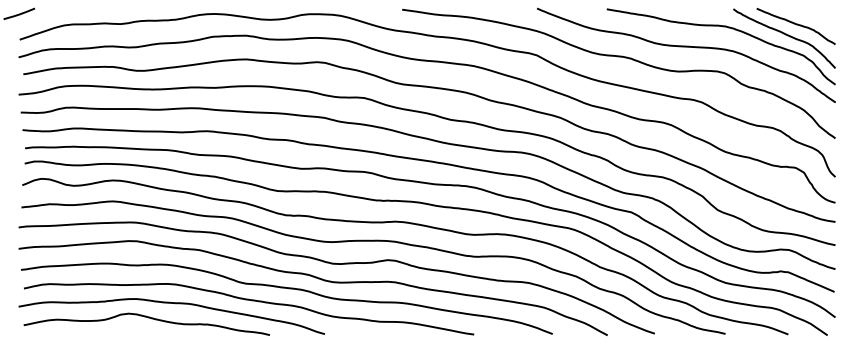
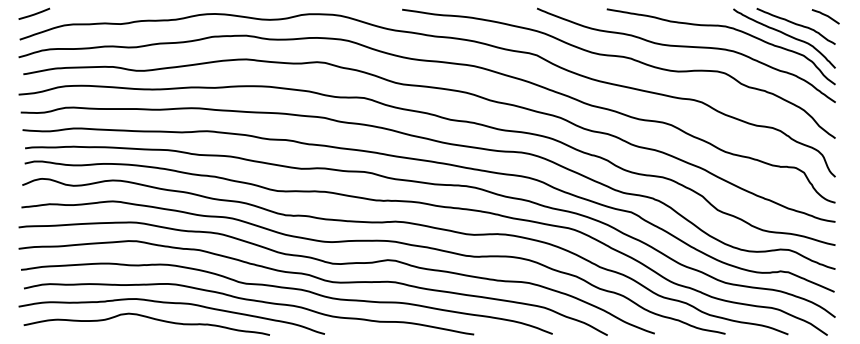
line at (19, 13) position: (19, 13) -> (34, 13)
curve at (825, 16): none -> present
